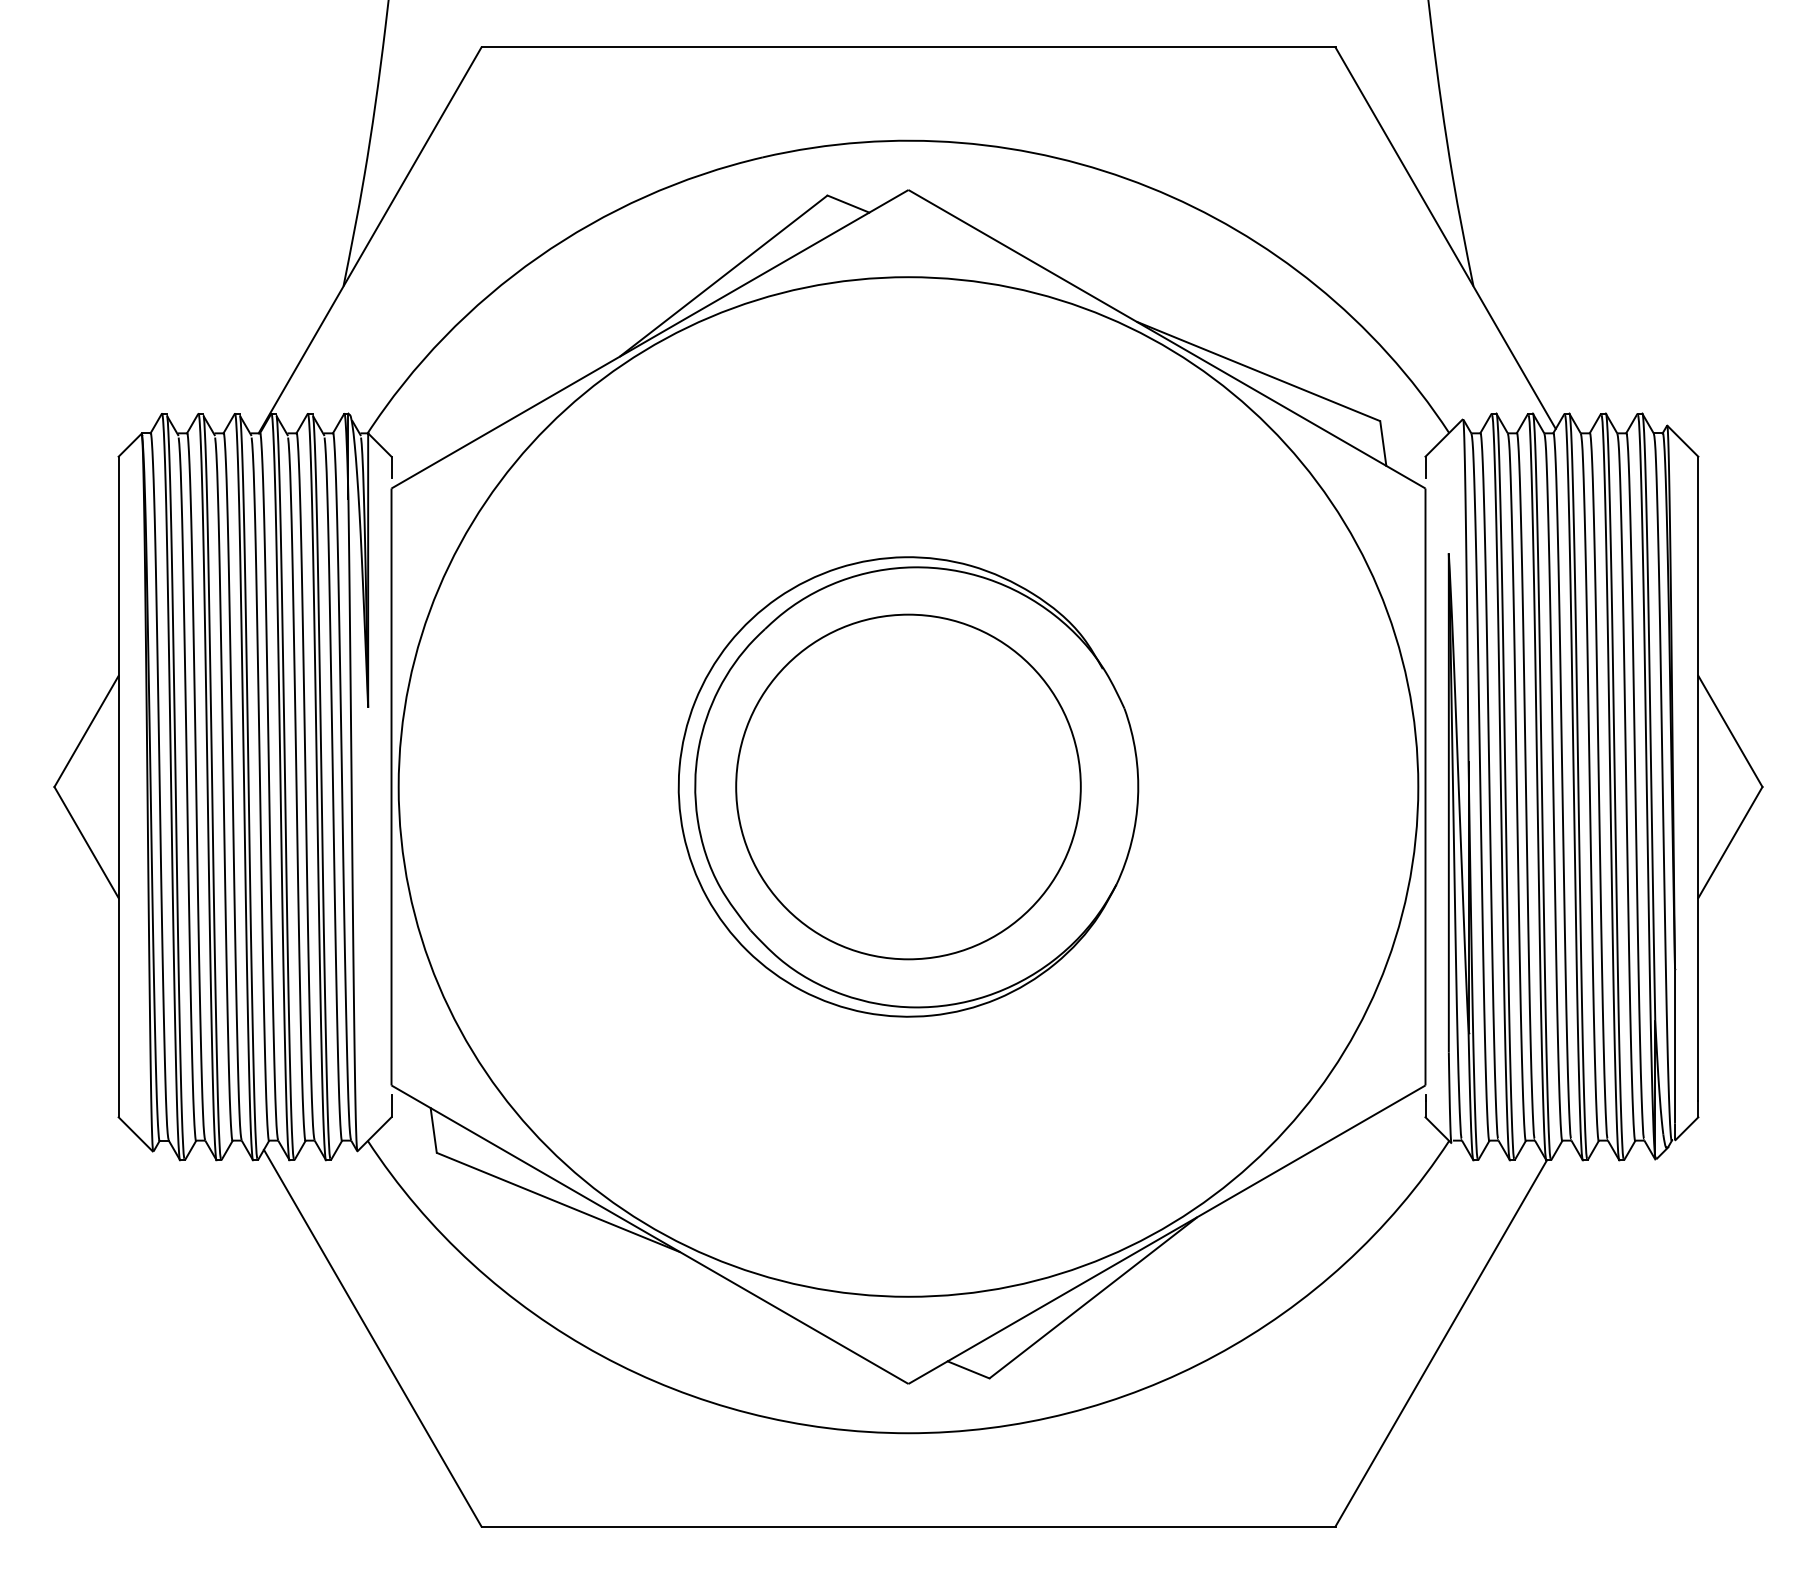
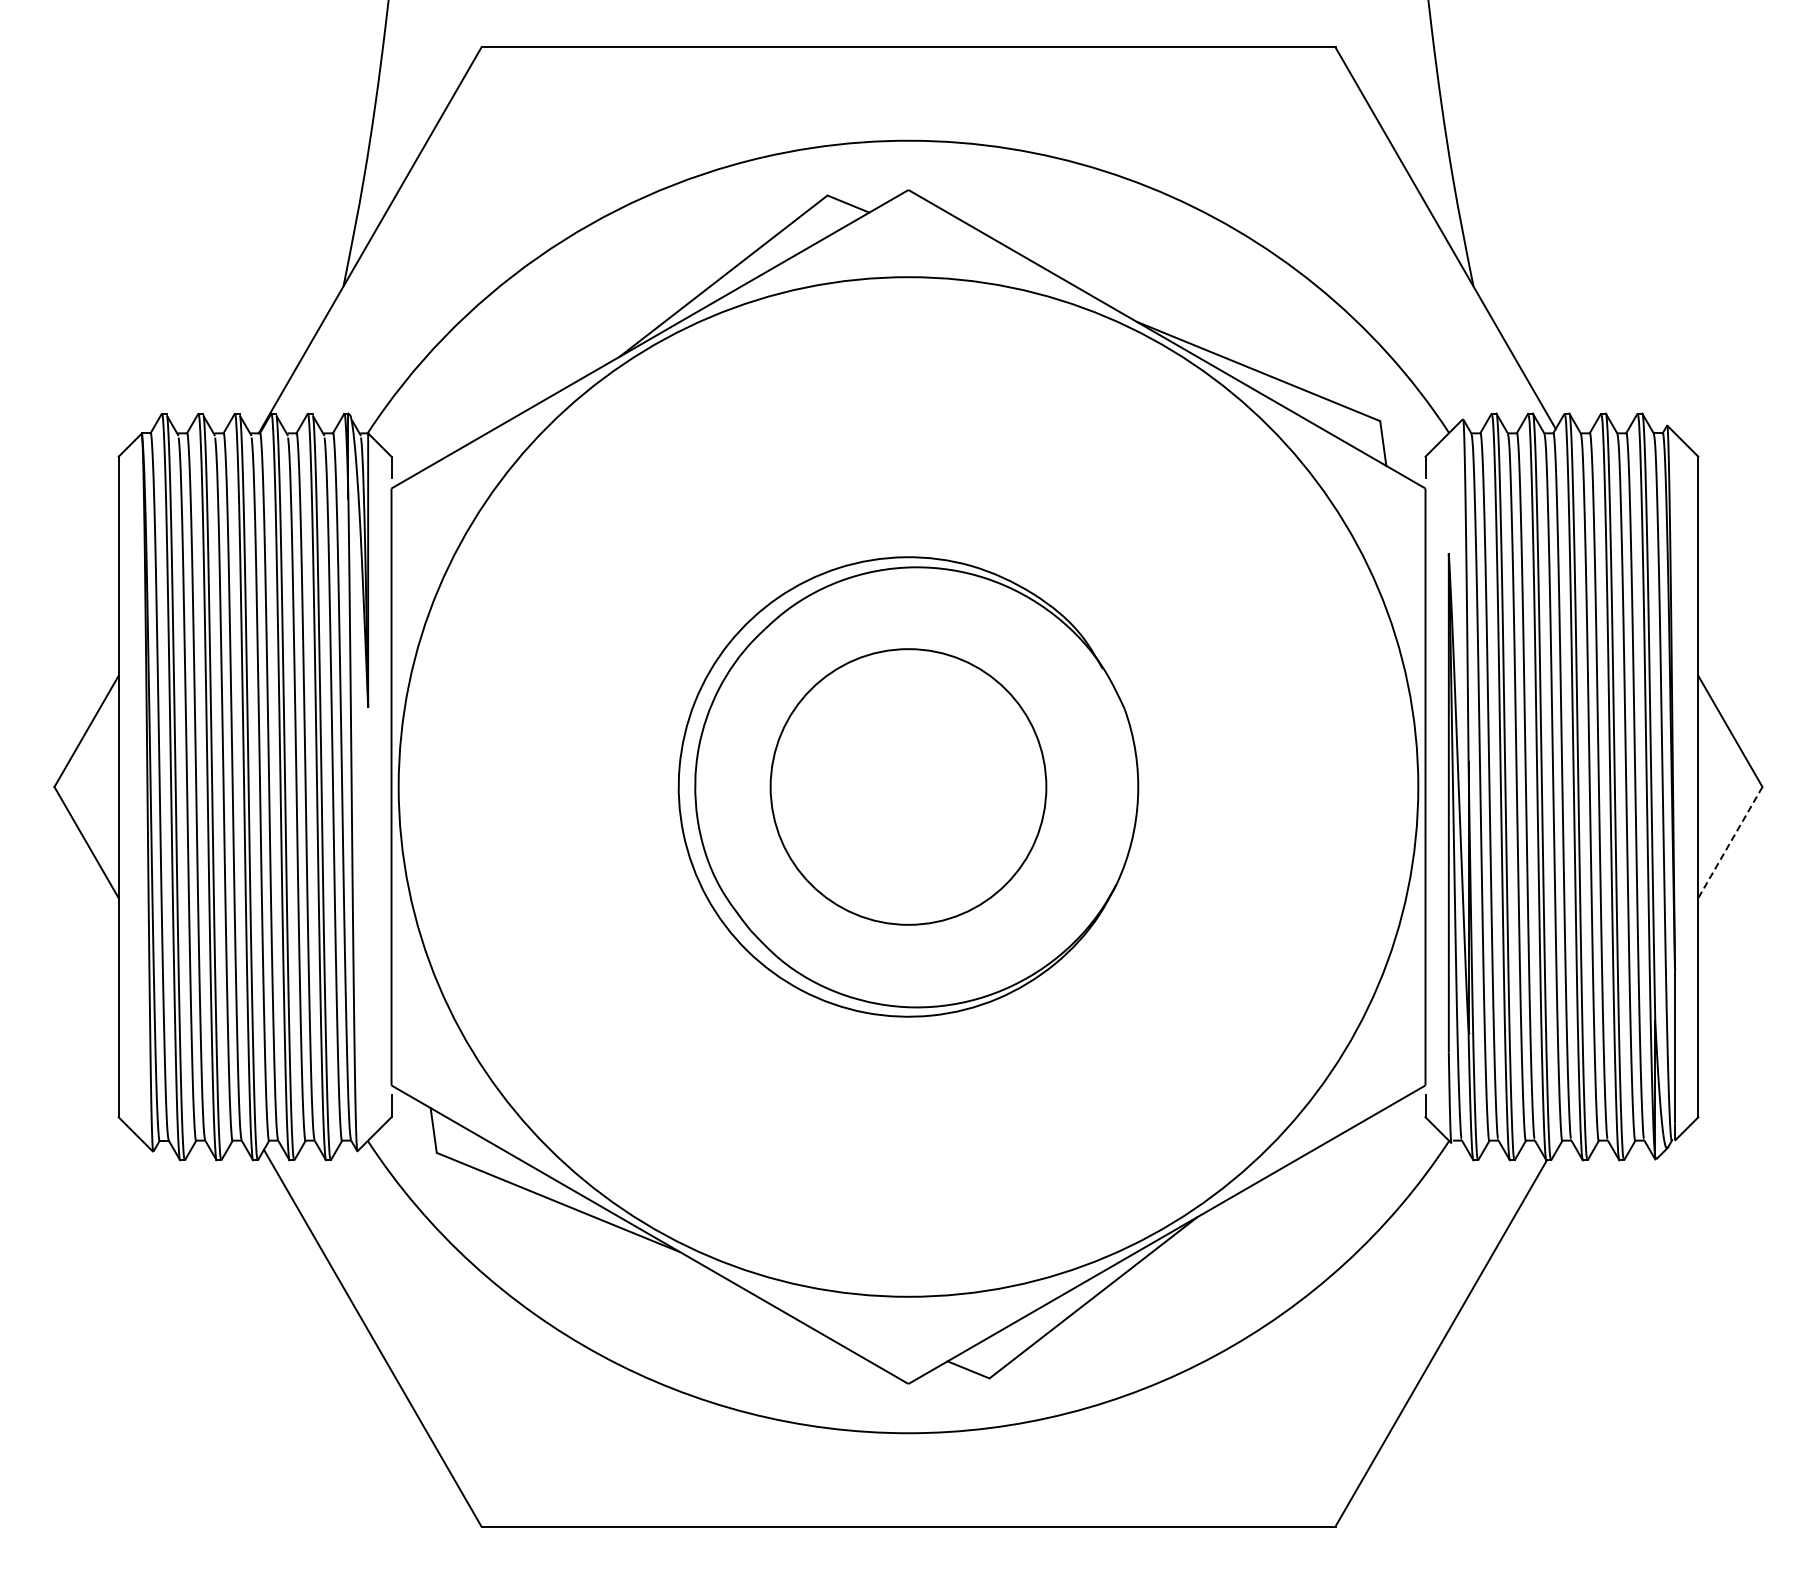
circle at (908, 786) diameter: 345 px -> 276 px
line at (1730, 842): solid -> dashed
